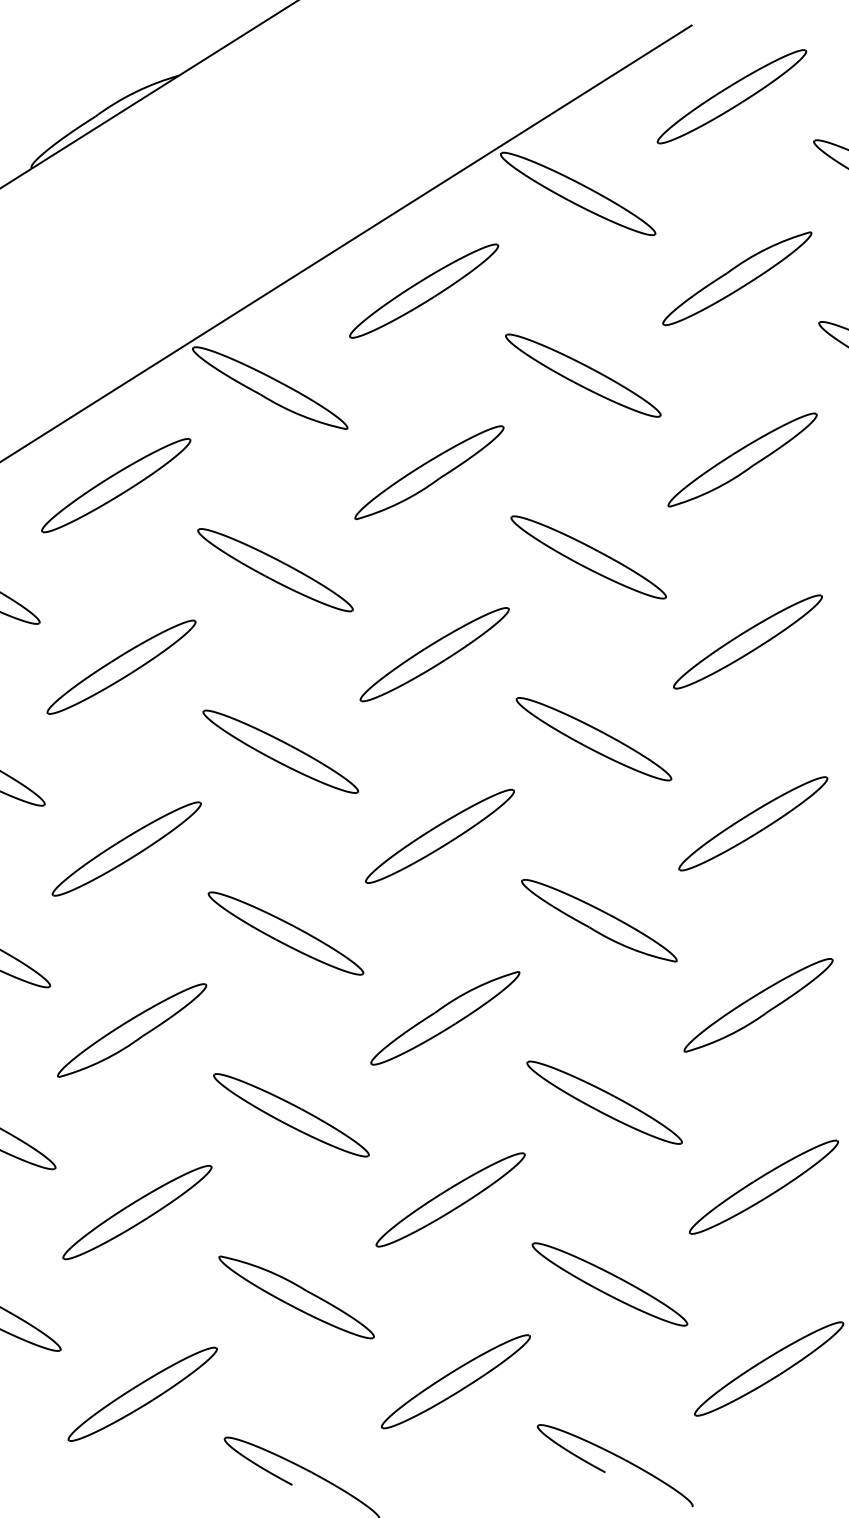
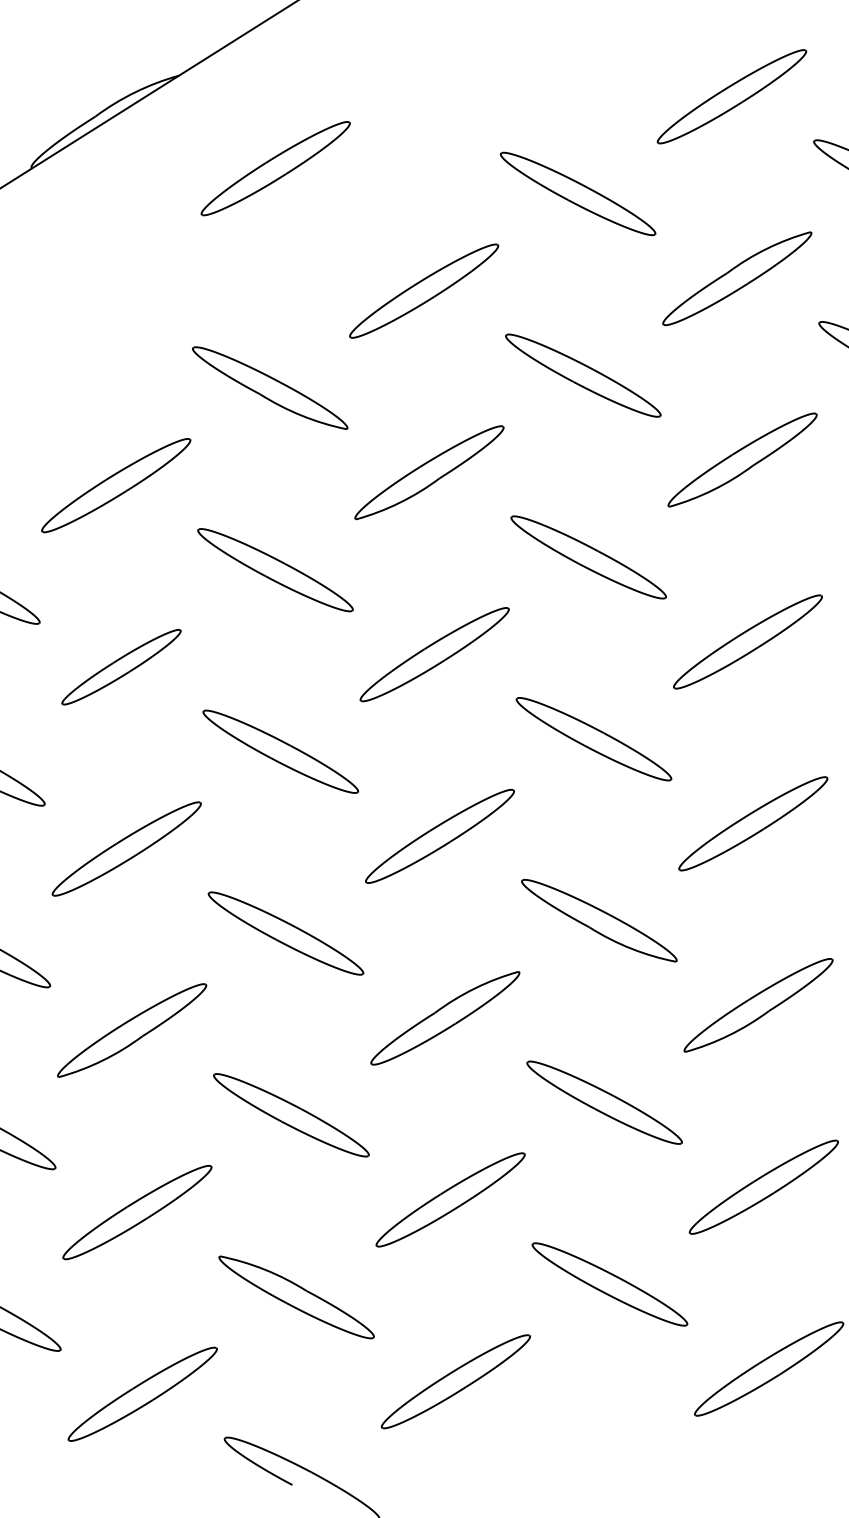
part at (275, 168): none -> present
line at (346, 242): present -> none
part at (121, 666) size: 151x96 px -> 121x77 px
part at (617, 1457): present -> none
